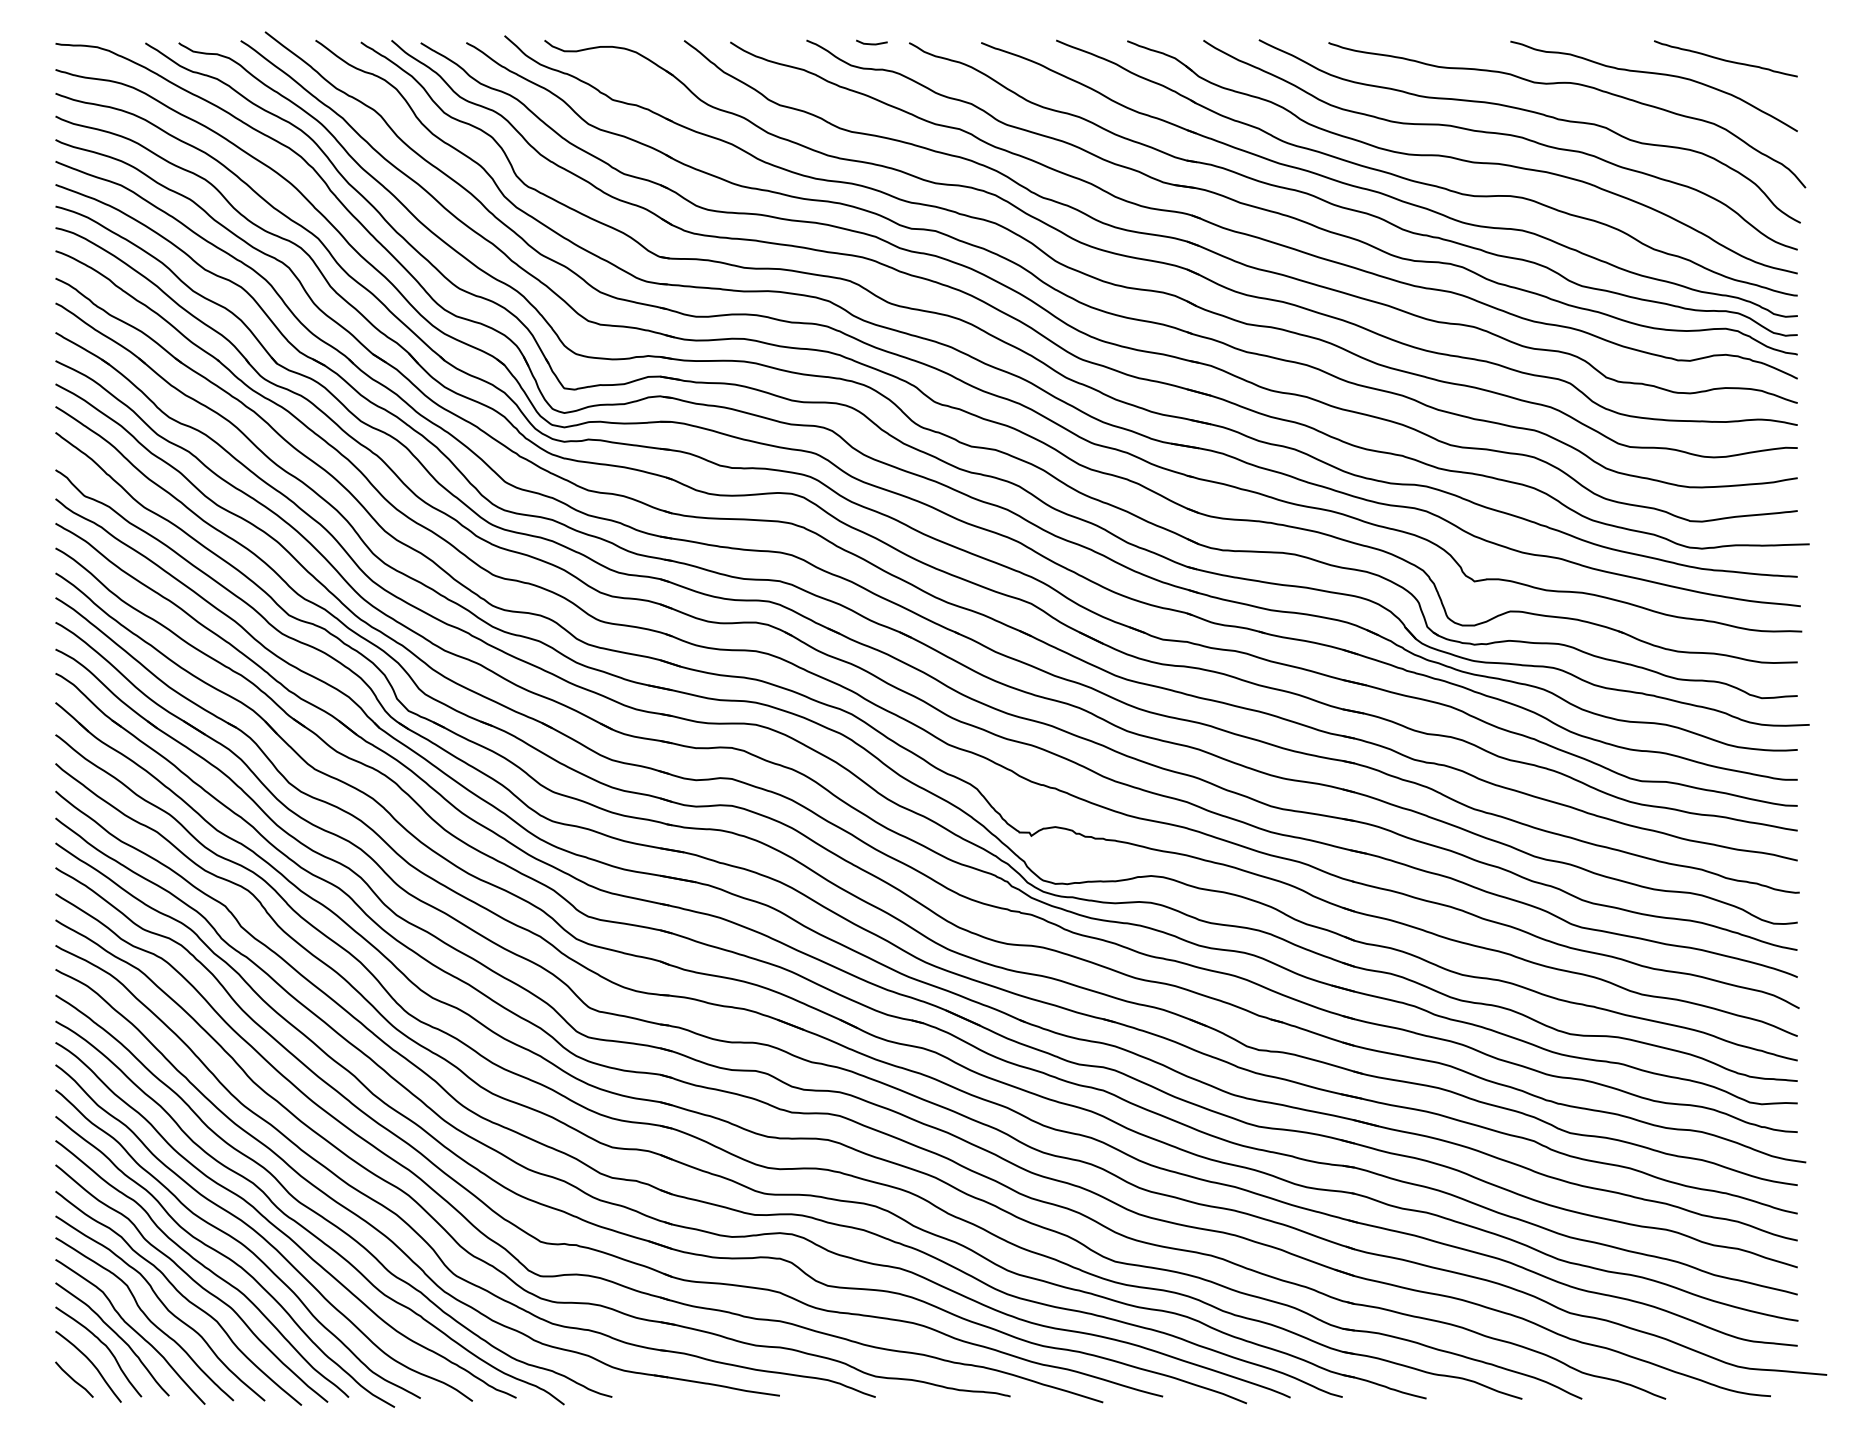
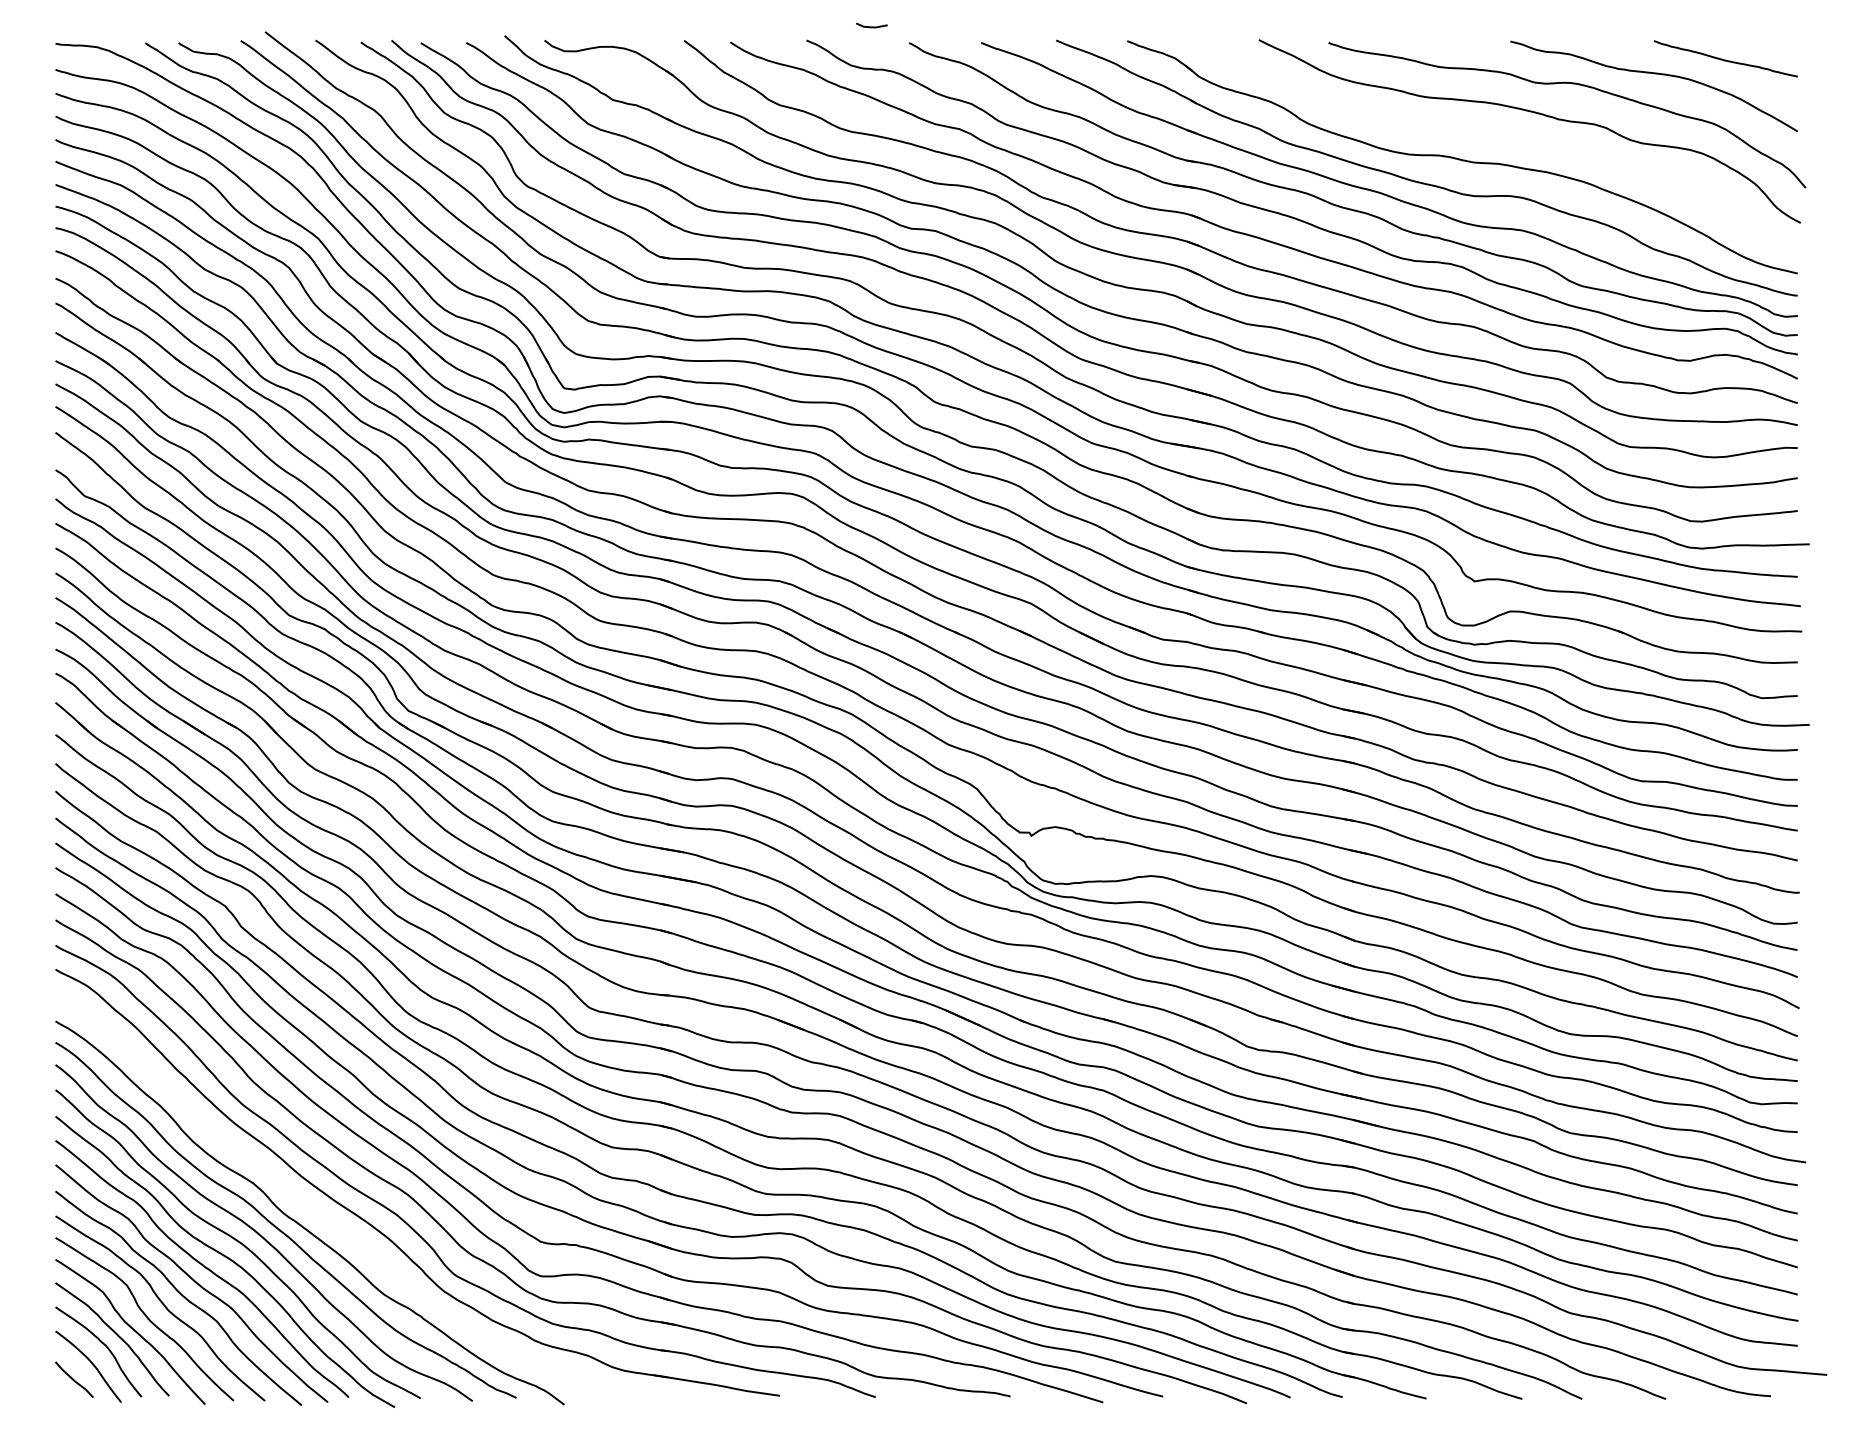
line at (871, 43) position: (871, 43) -> (871, 26)
curve at (1503, 135): present -> none
curve at (320, 1214): present -> none
